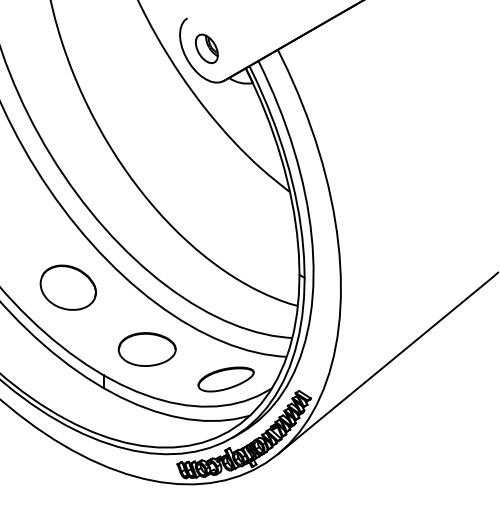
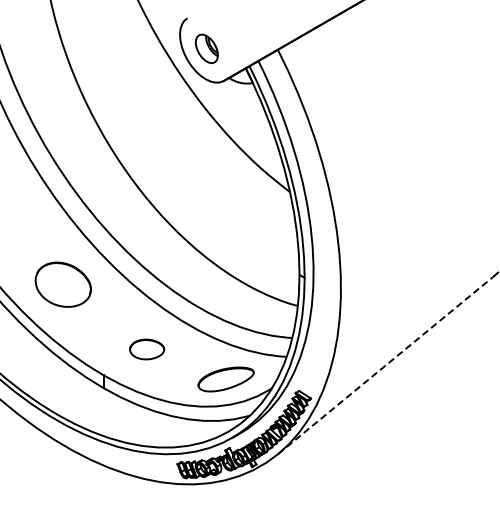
part at (67, 287) position: (67, 287) -> (62, 284)
part at (146, 349) size: 60x35 px -> 37x23 px
line at (385, 365): solid -> dashed
